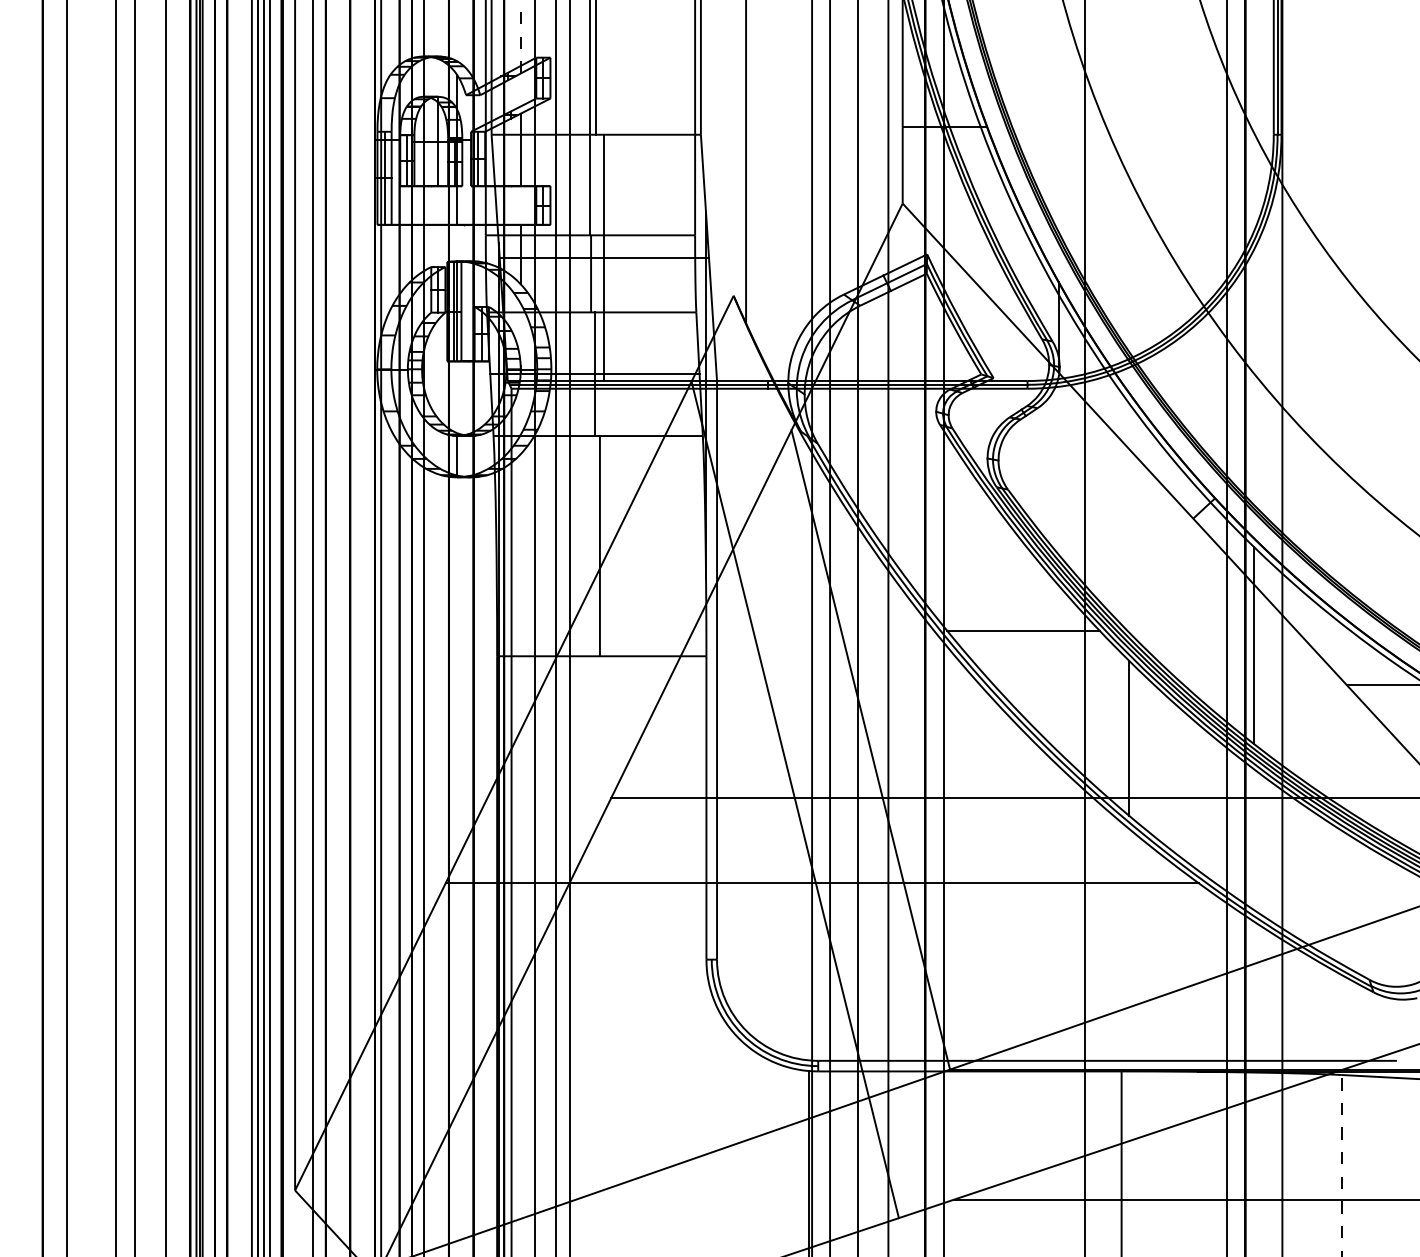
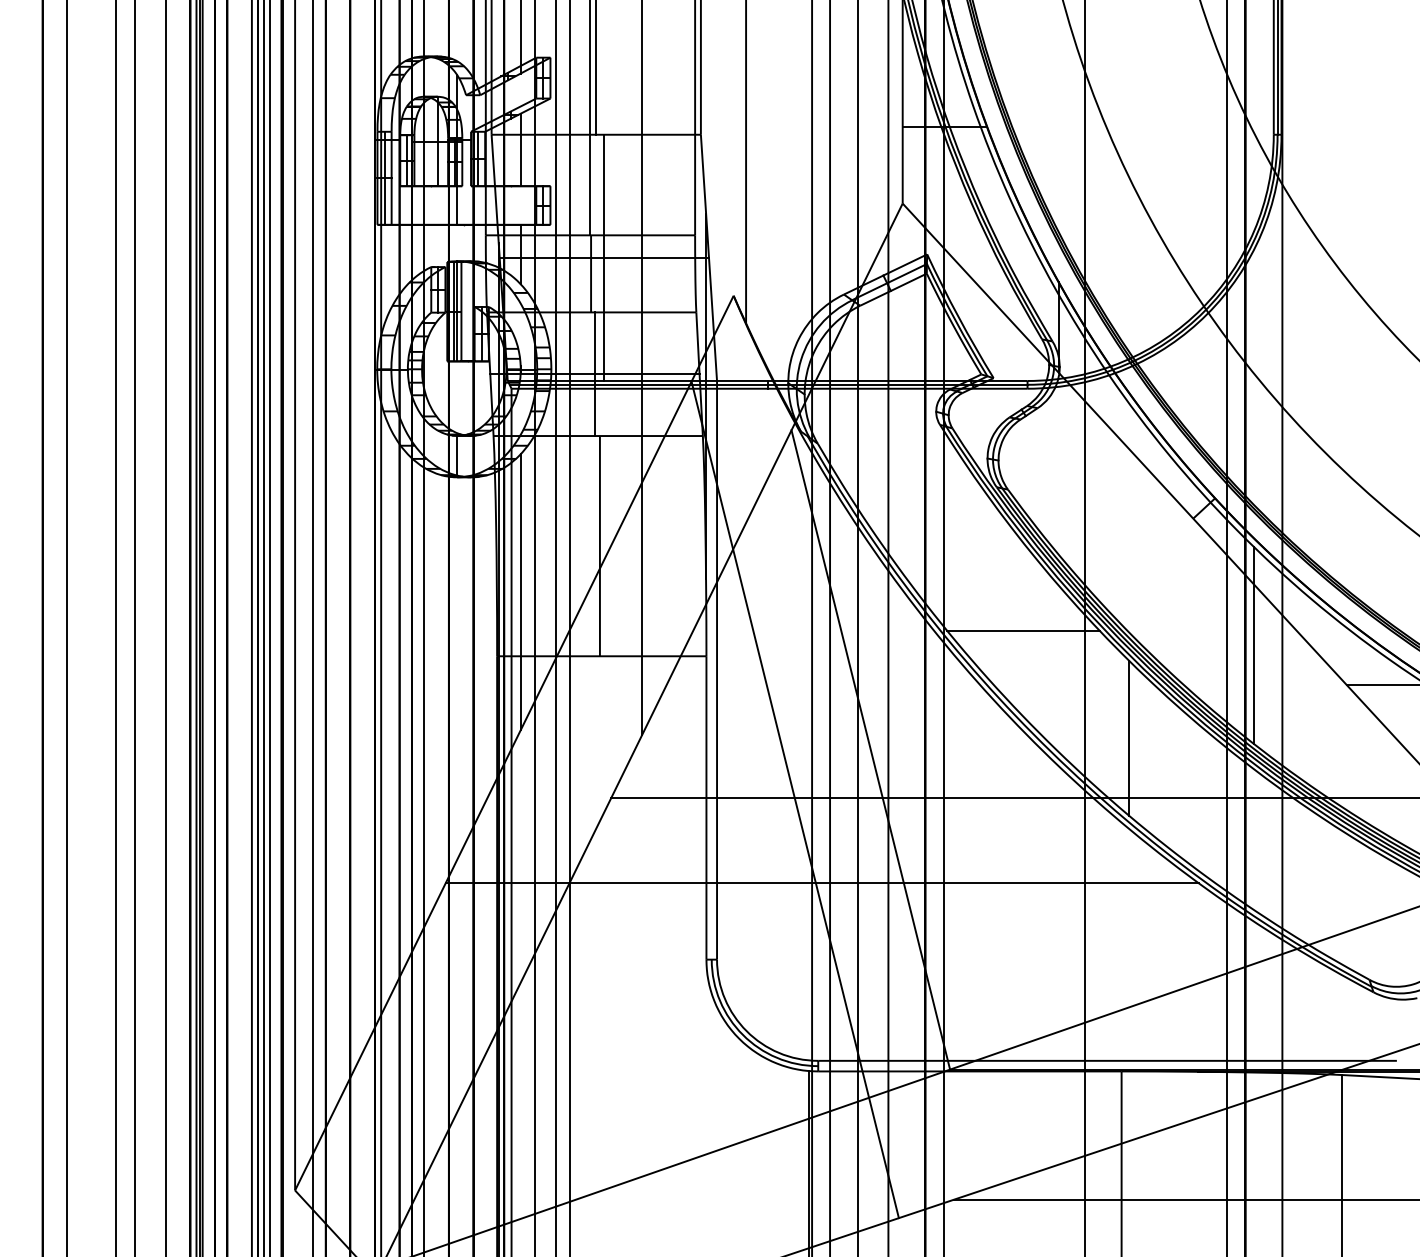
line at (520, 36): dashed -> solid
line at (641, 368): none -> present
line at (520, 592): none -> present
line at (1341, 1165): dashed -> solid
